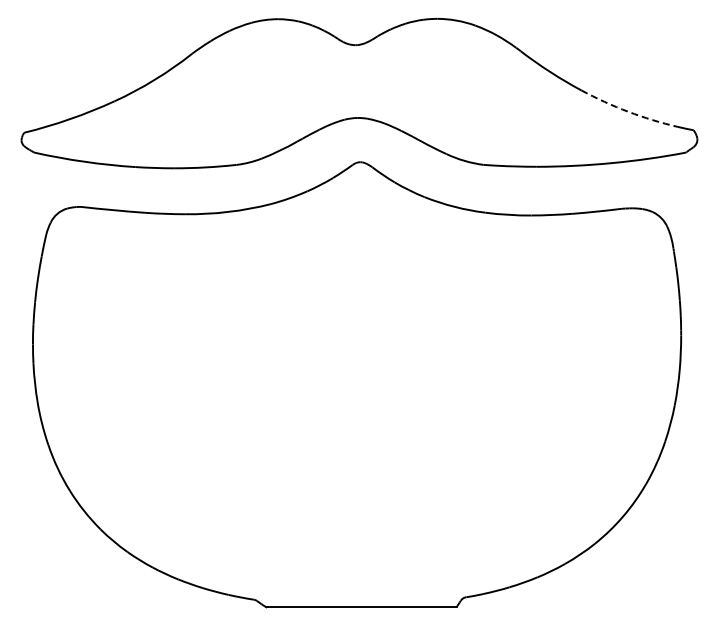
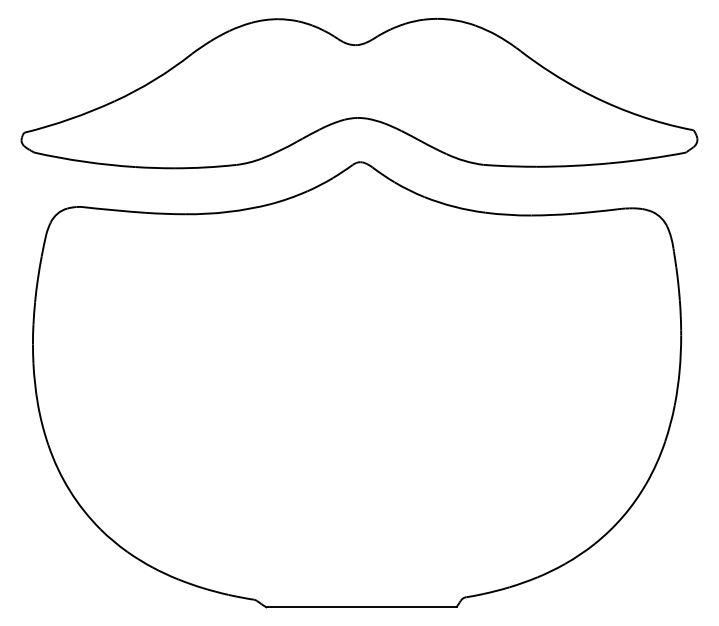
arc at (628, 111): dashed -> solid
